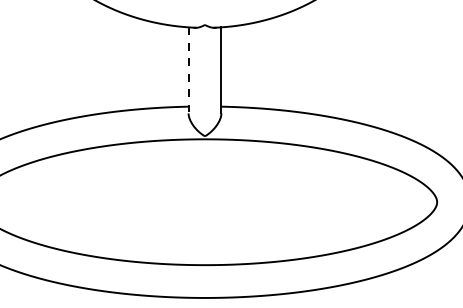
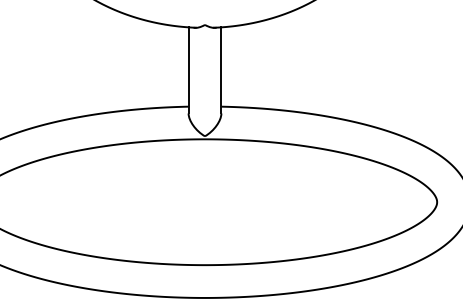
line at (188, 70): dashed -> solid
